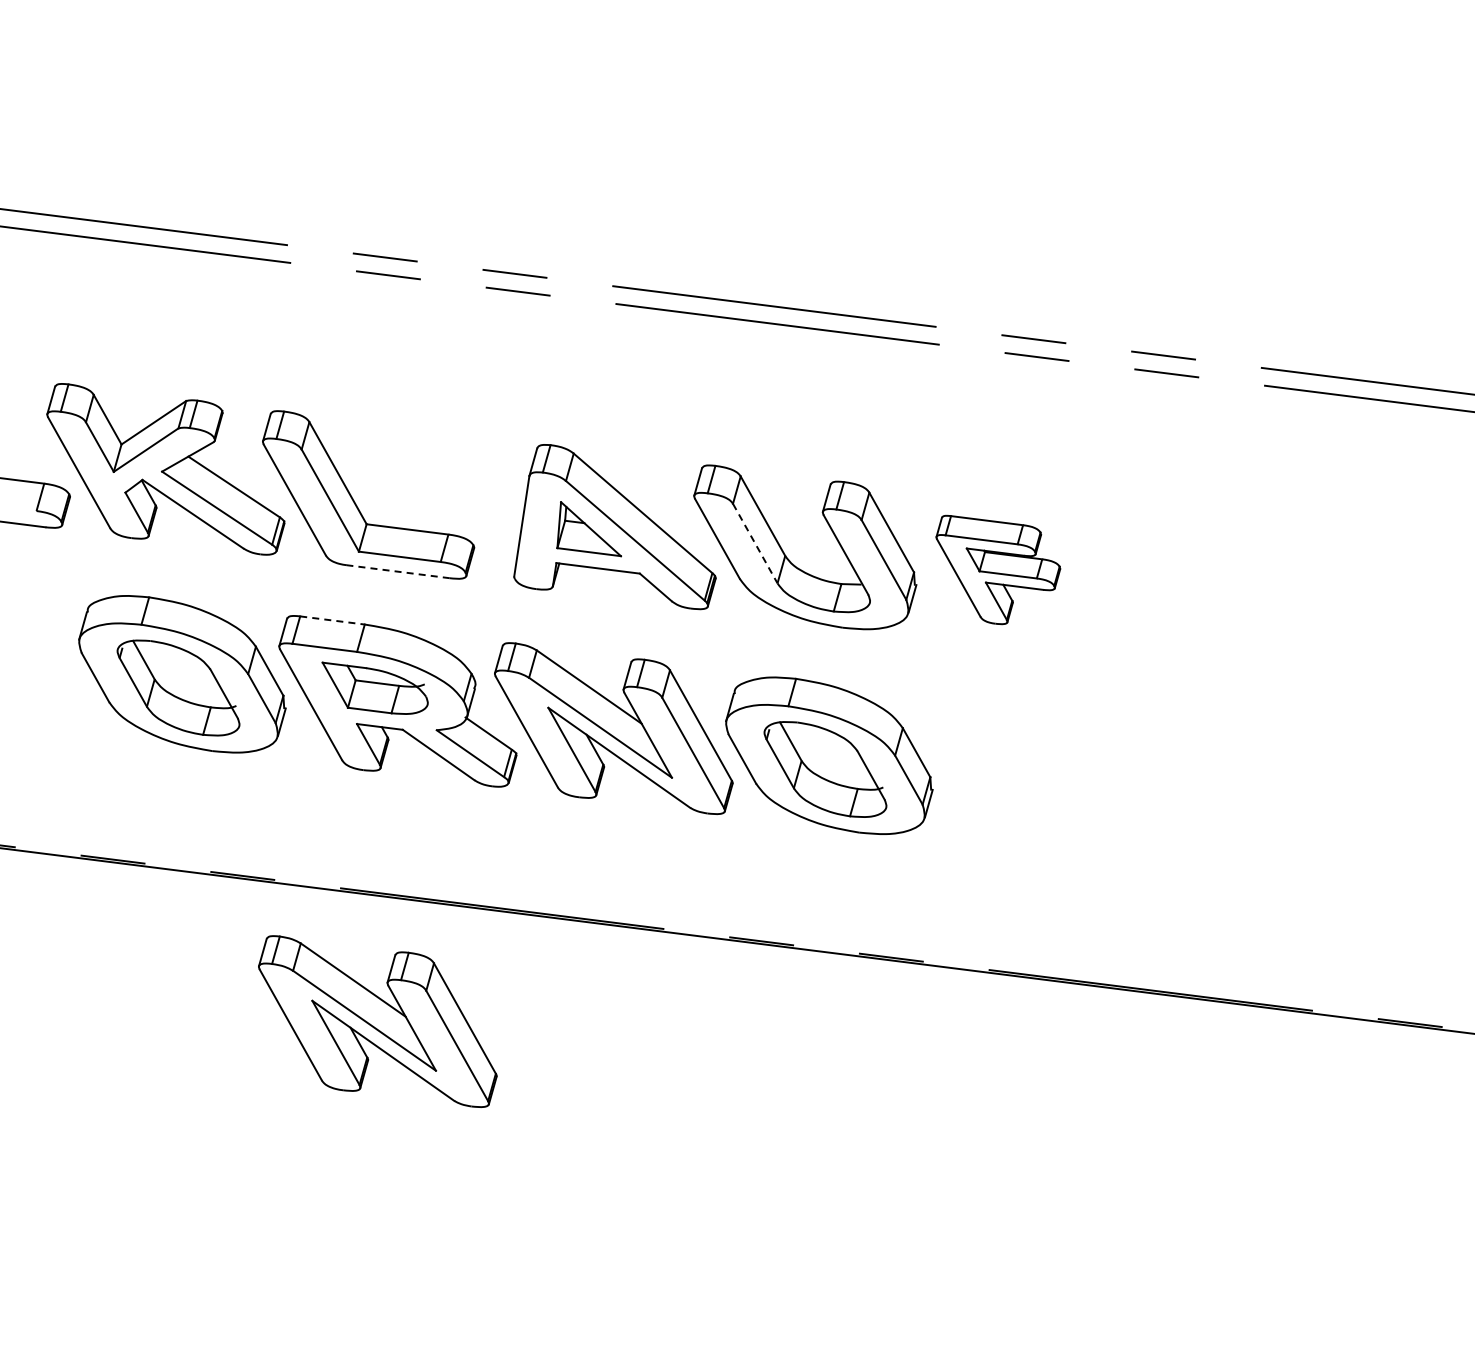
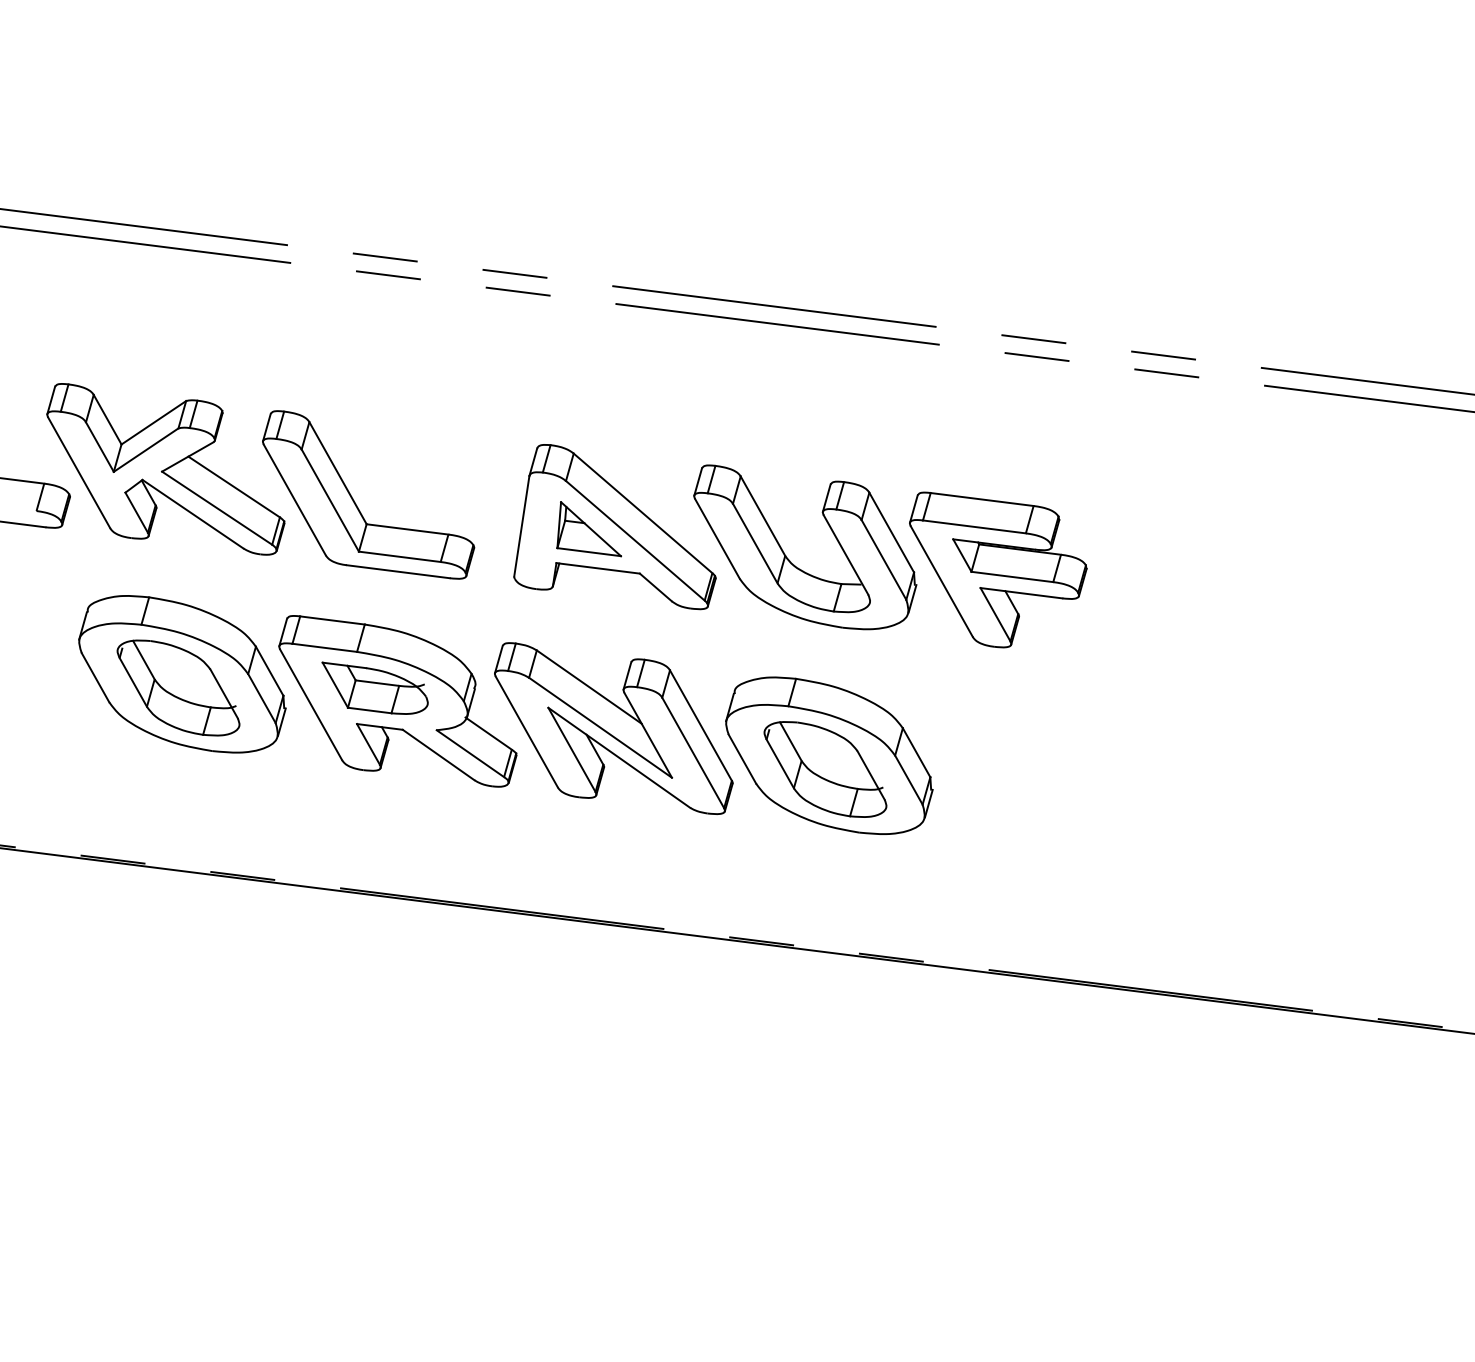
line at (755, 543): dashed -> solid
part at (998, 569) size: 127x112 px -> 179x158 px
line at (398, 571): dashed -> solid
line at (332, 620): dashed -> solid
part at (377, 1021): present -> none
